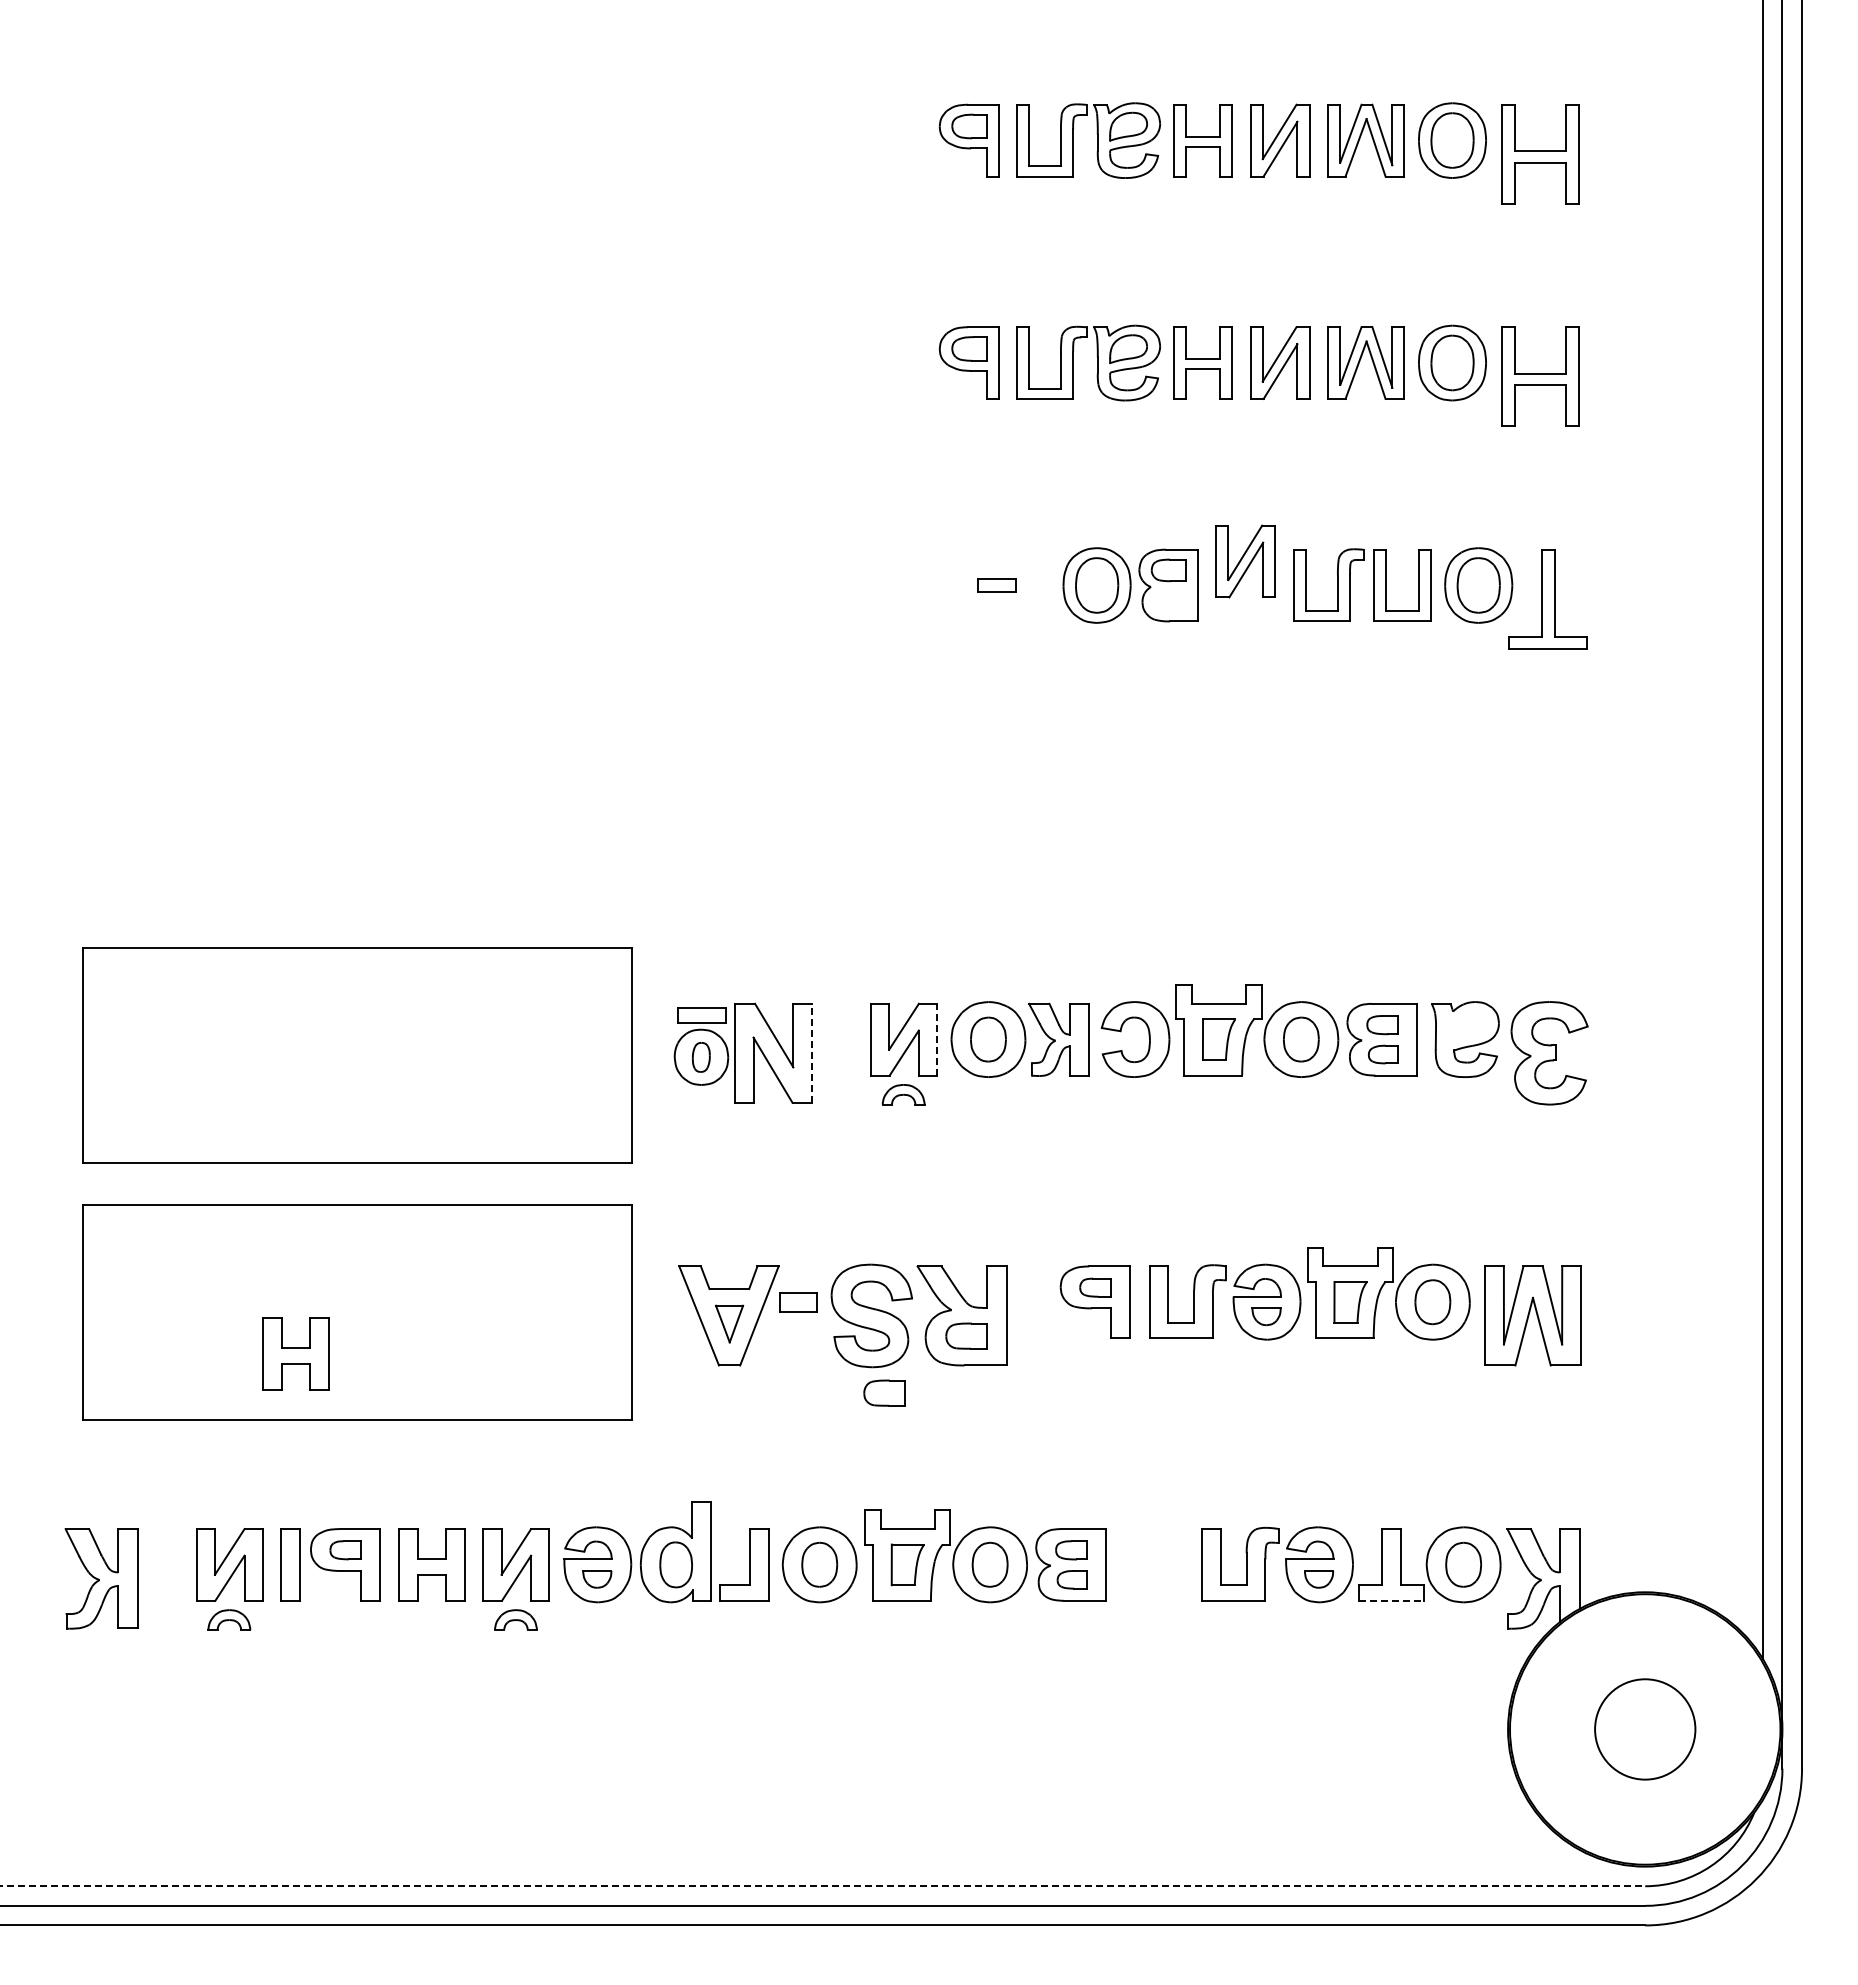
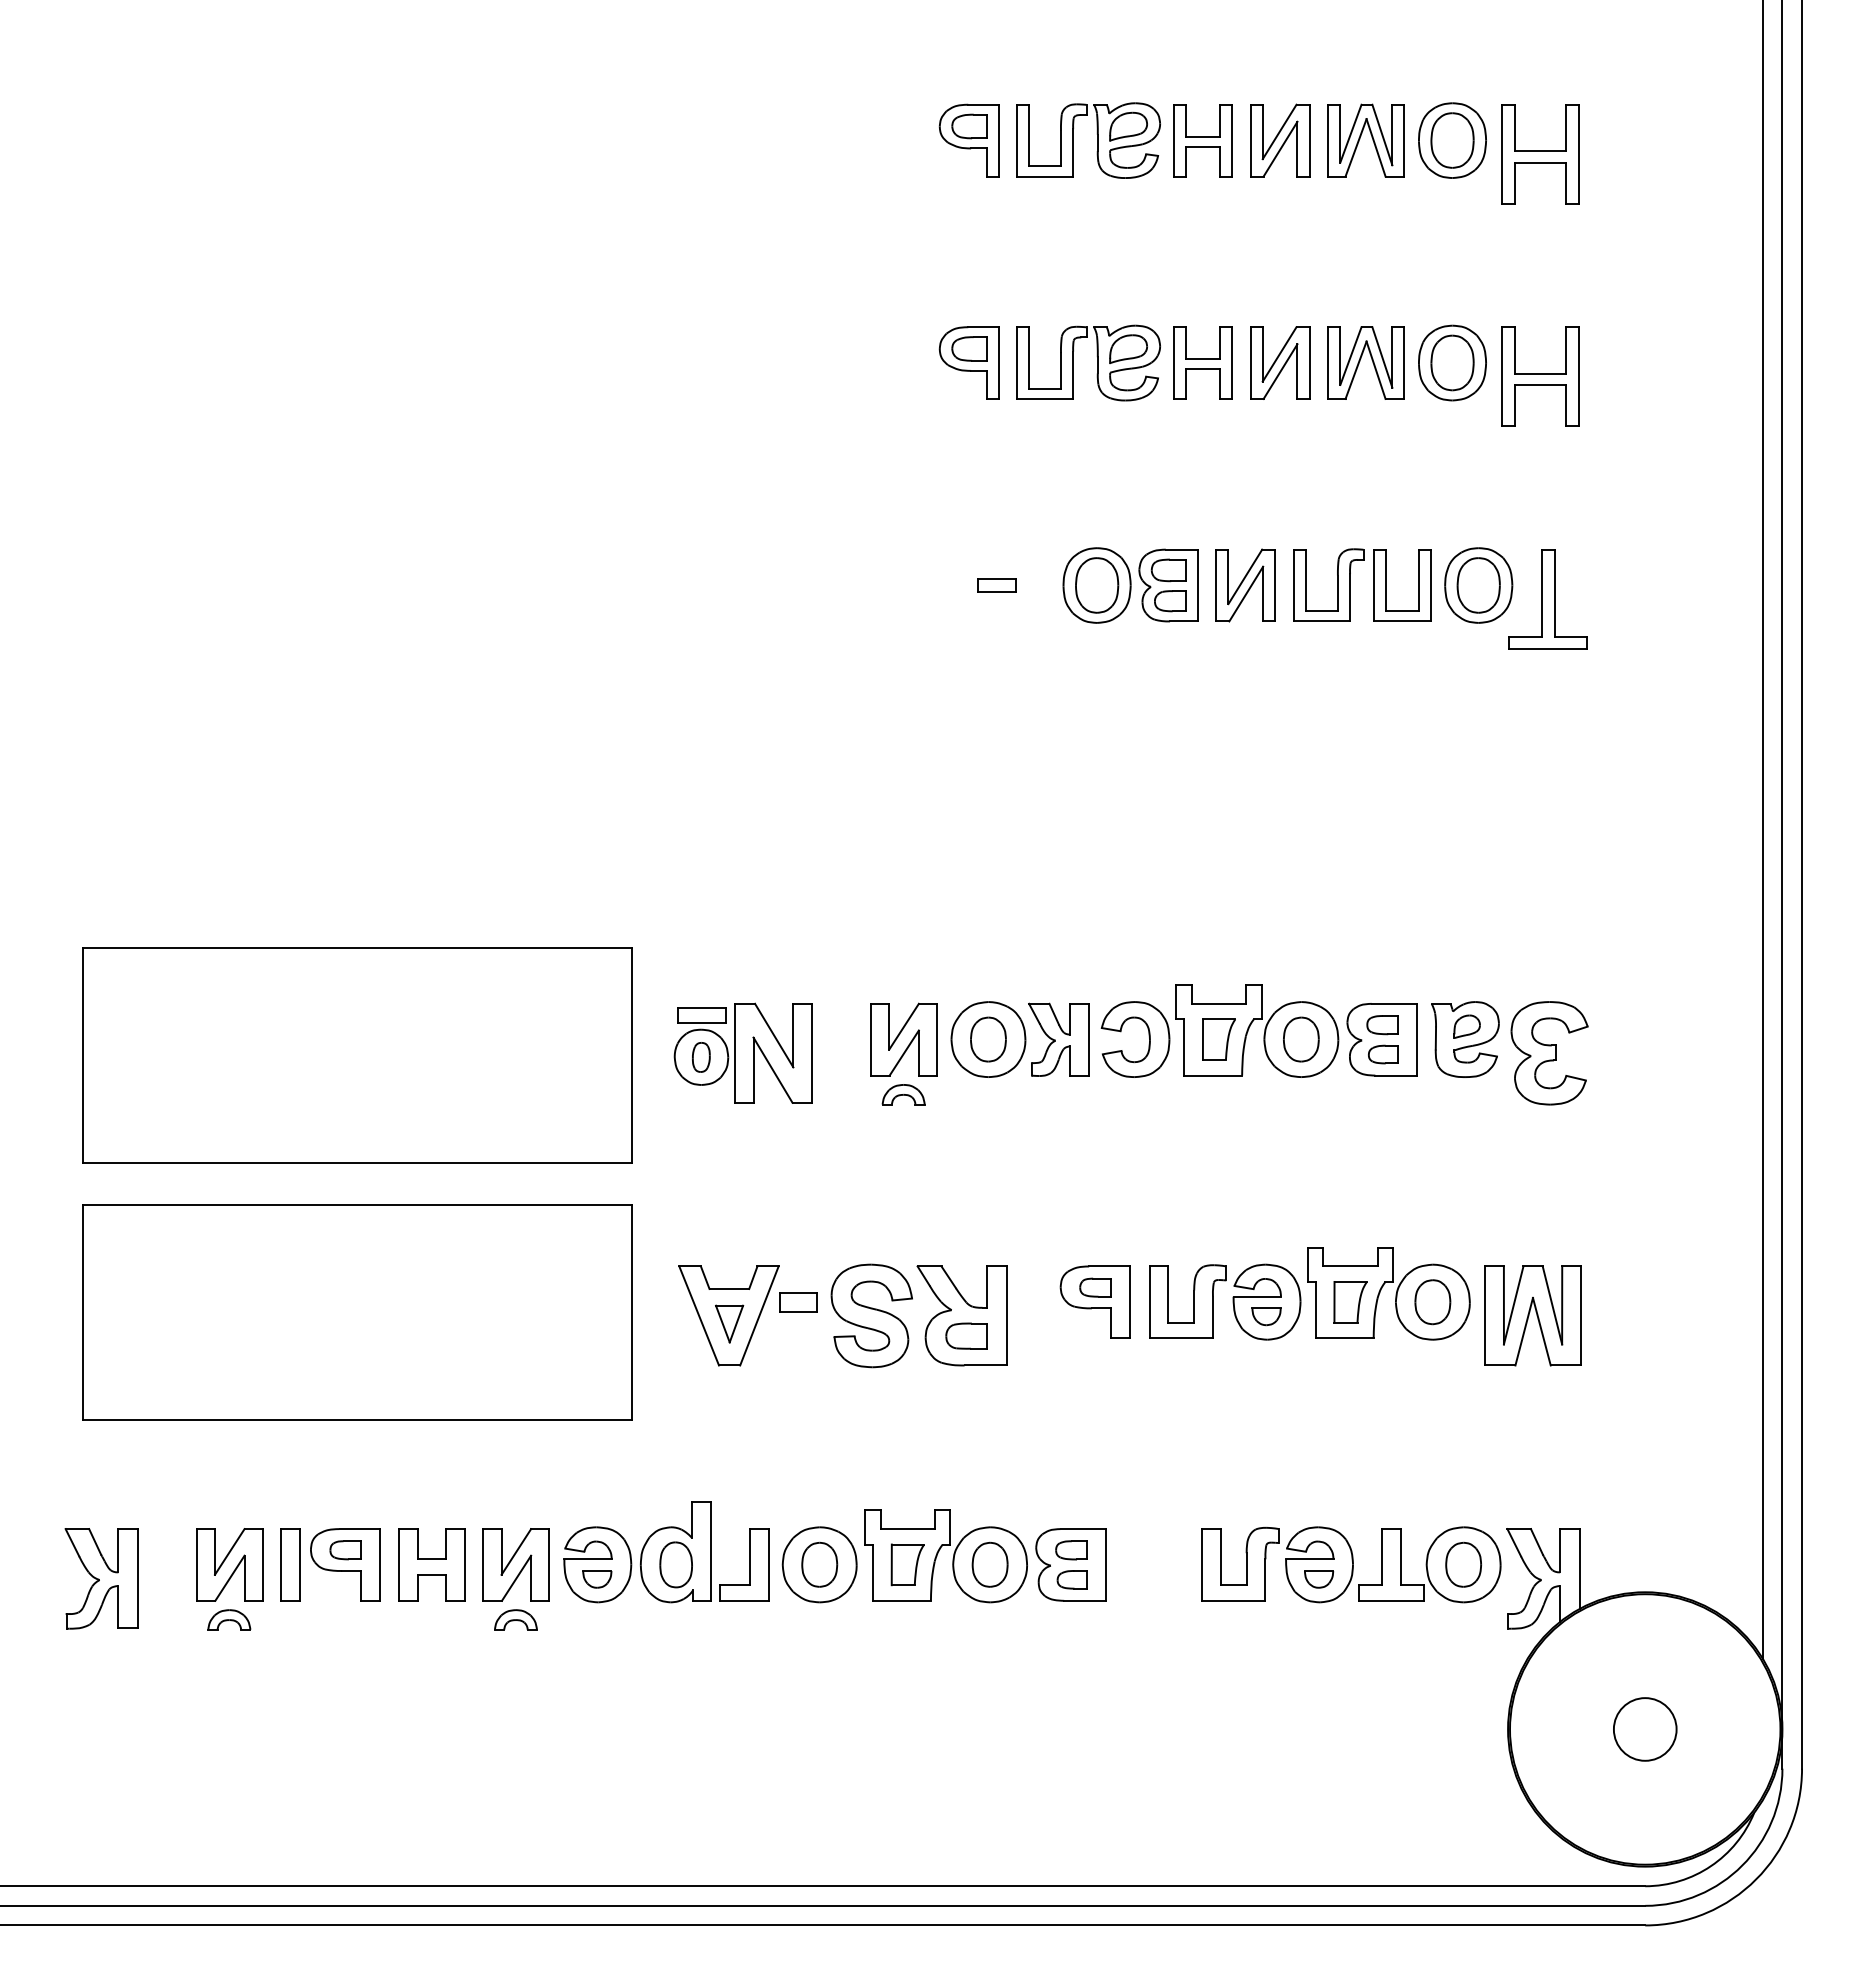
part at (1245, 561) position: (1245, 561) -> (1245, 585)
part at (1170, 601): none -> present
part at (1466, 1026): none -> present
line at (937, 1039): dashed -> solid
line at (812, 1053): dashed -> solid
part at (295, 1353): present -> none
part at (884, 1392): present -> none
line at (1391, 1600): dashed -> solid
circle at (1645, 1729) diameter: 100 px -> 63 px
line at (823, 1886): dashed -> solid
